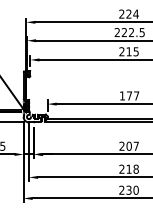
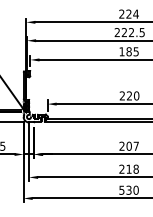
text at (125, 51): 215 -> 185
text at (129, 95): 177 -> 220
text at (121, 189): 230 -> 530
